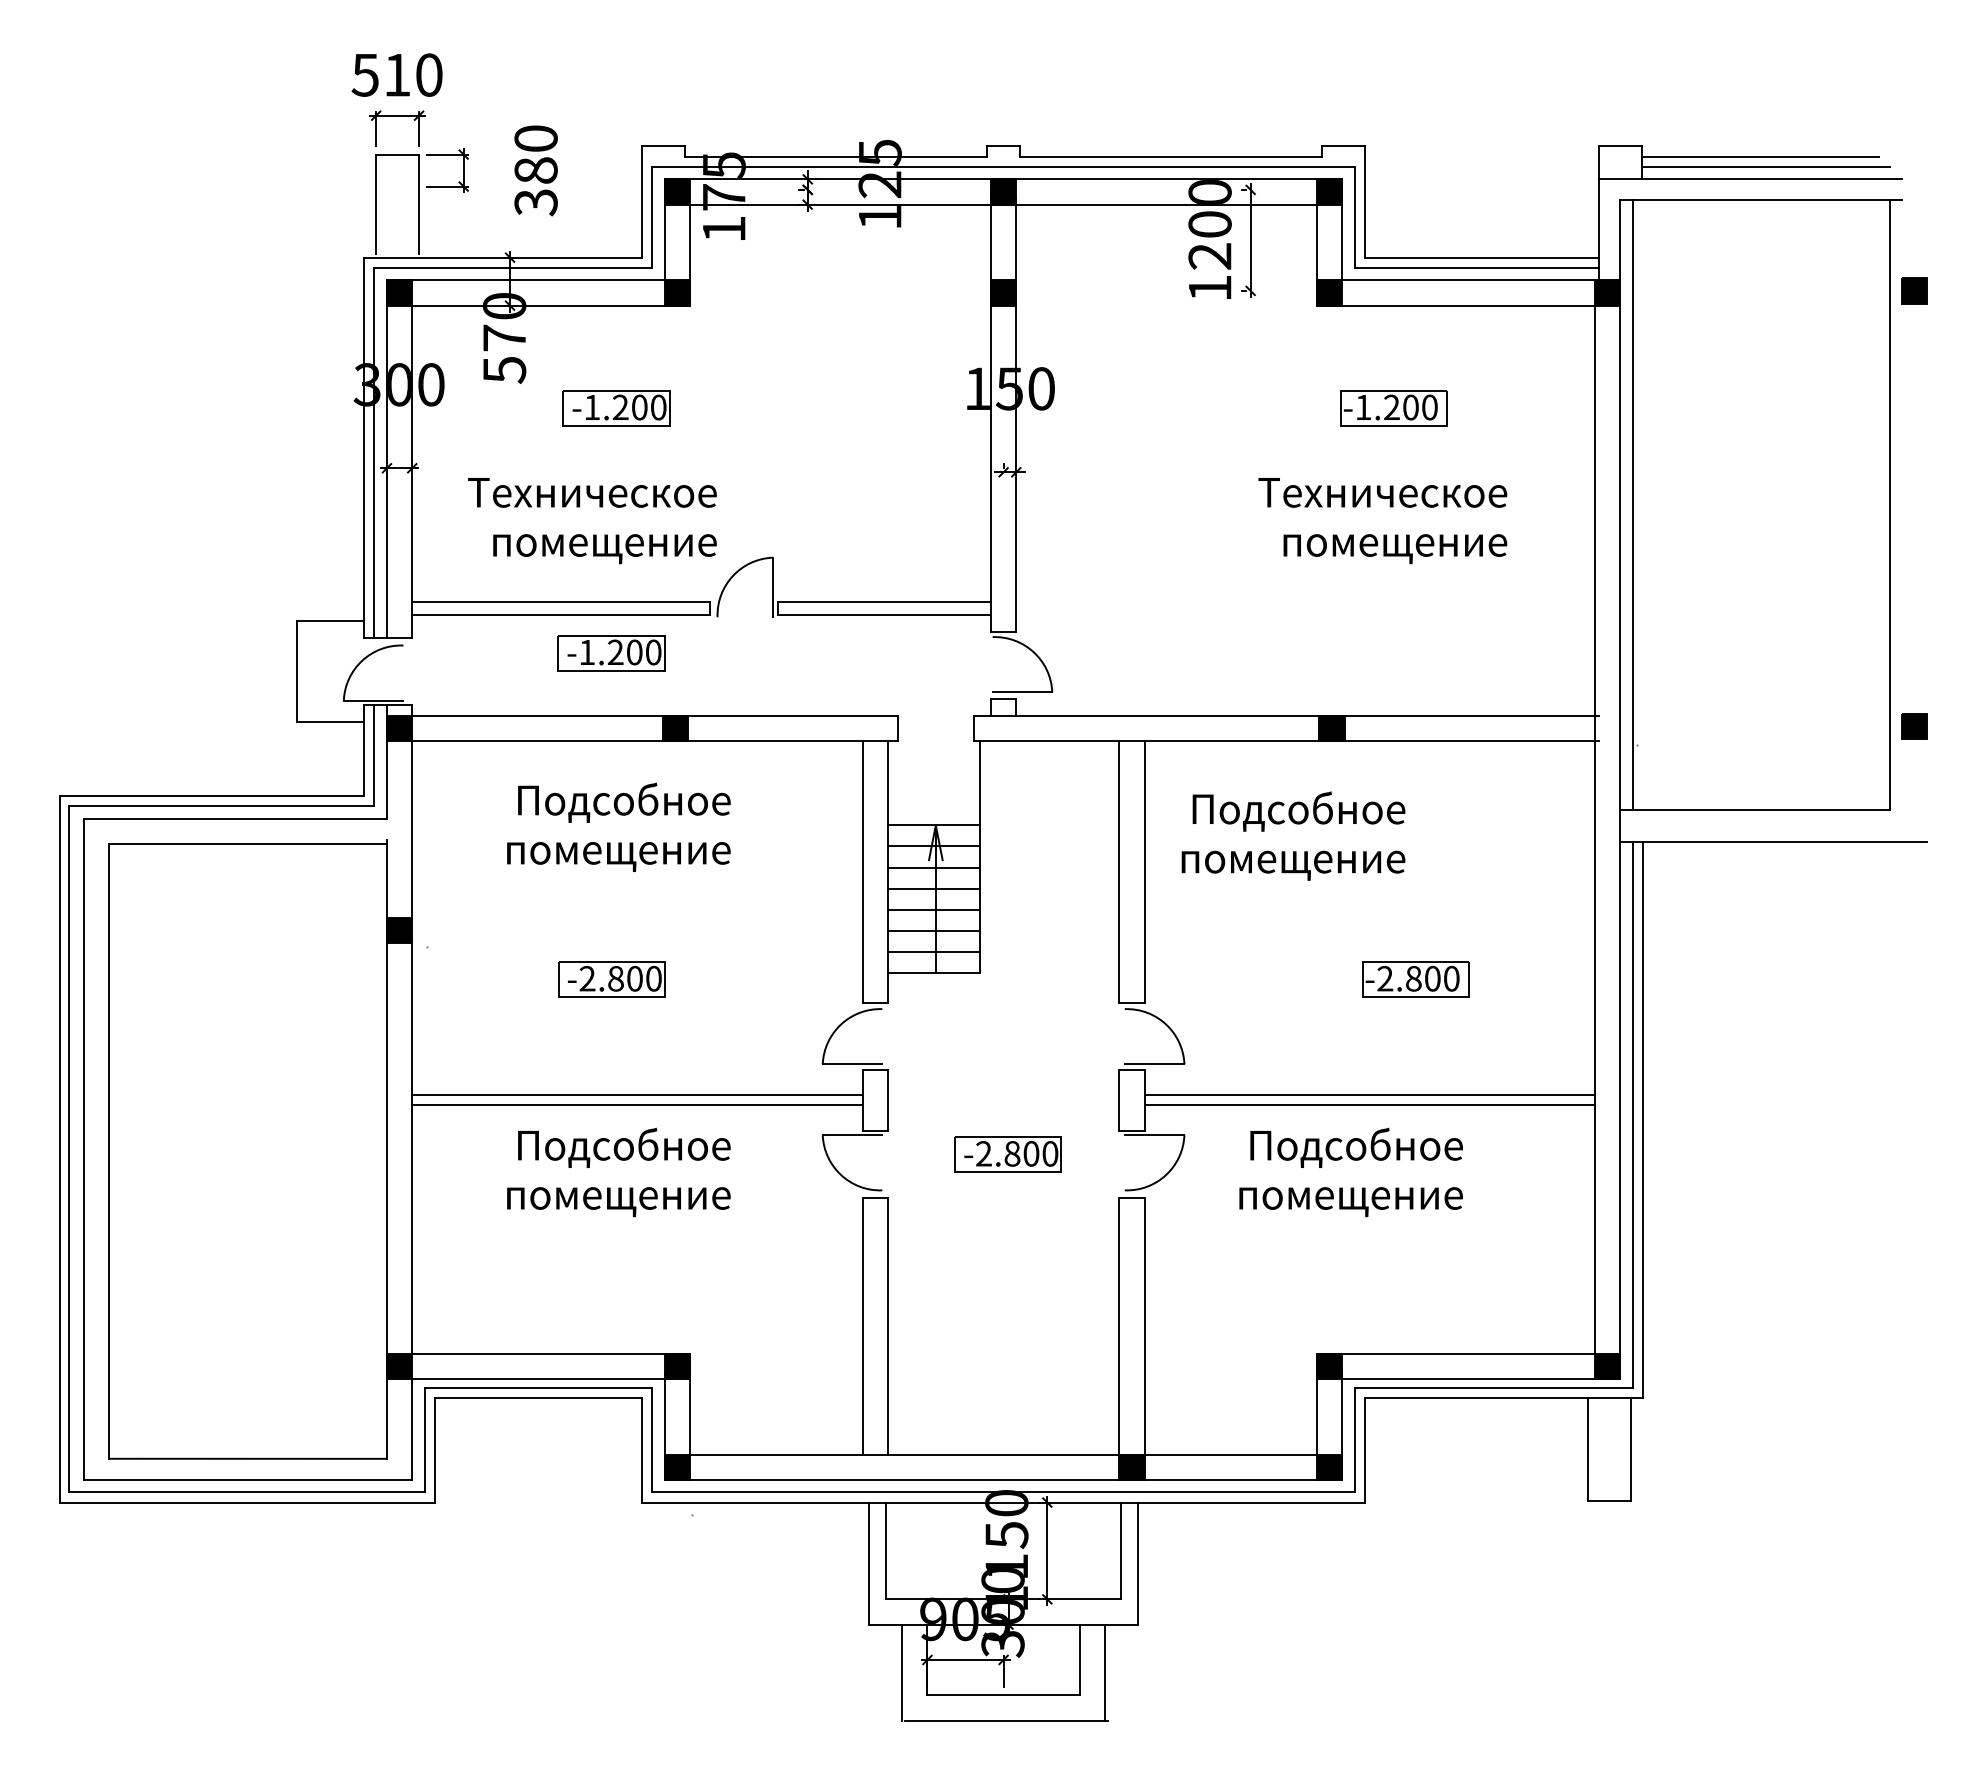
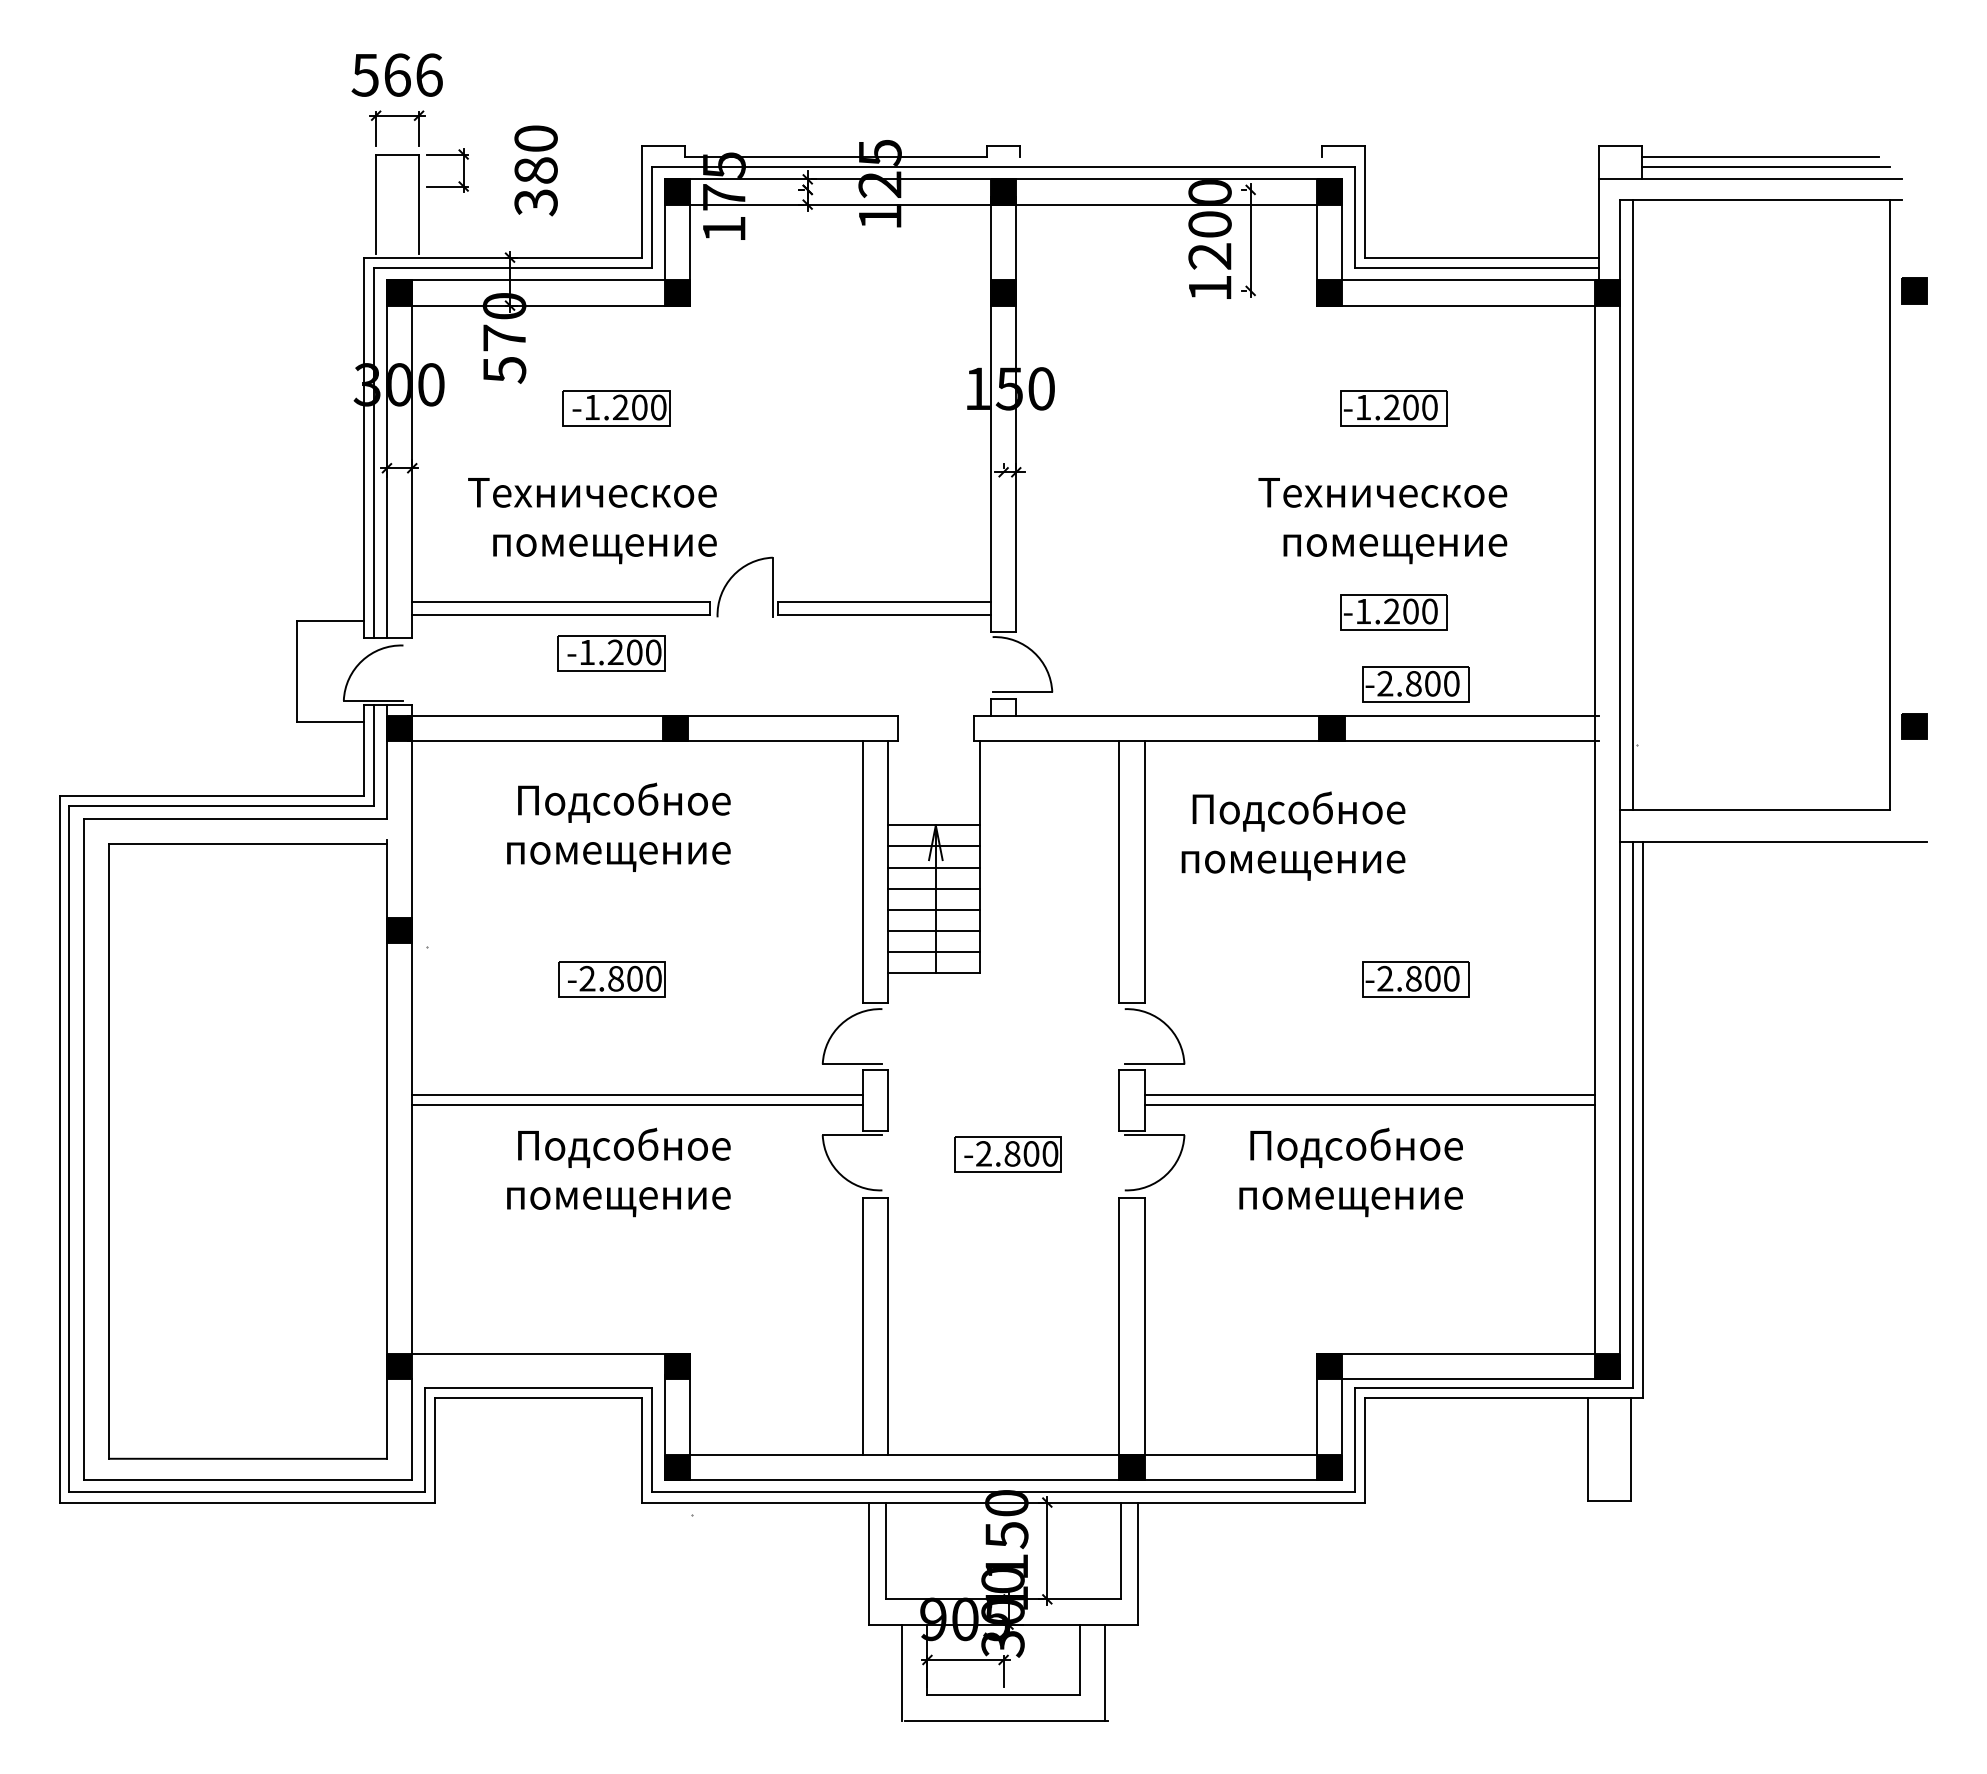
text at (413, 74): 510 -> 566
line at (1171, 156): present -> none
part at (1393, 612): none -> present
part at (1415, 684): none -> present
line at (538, 1378): present -> none
